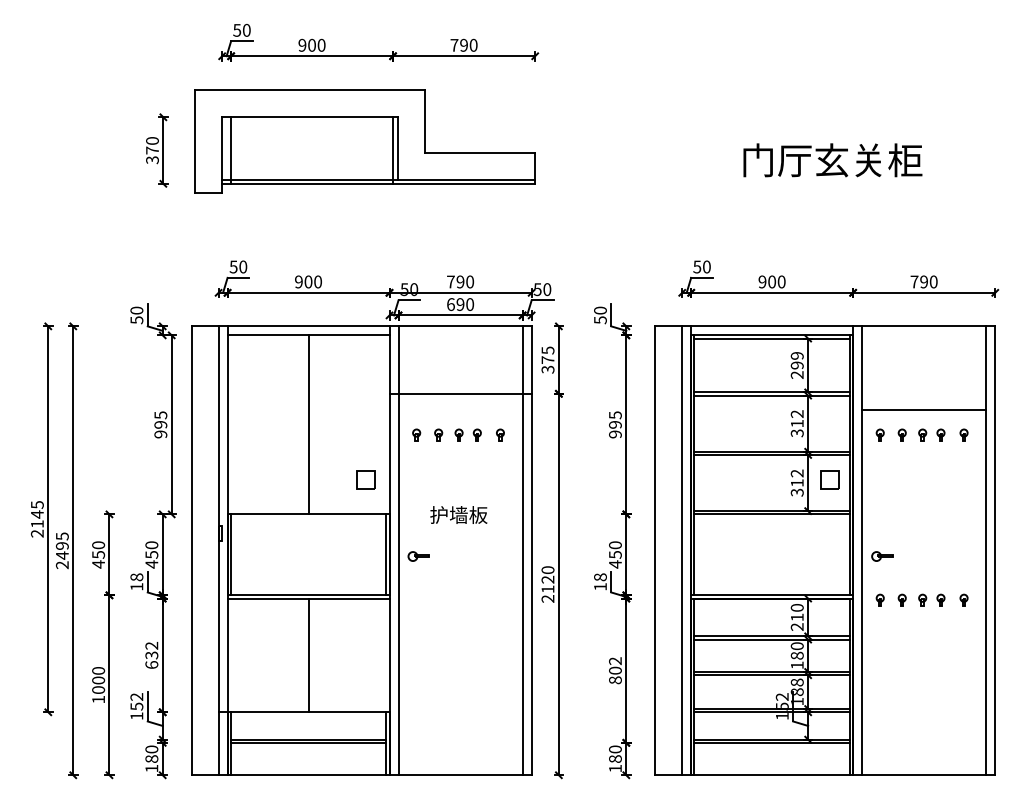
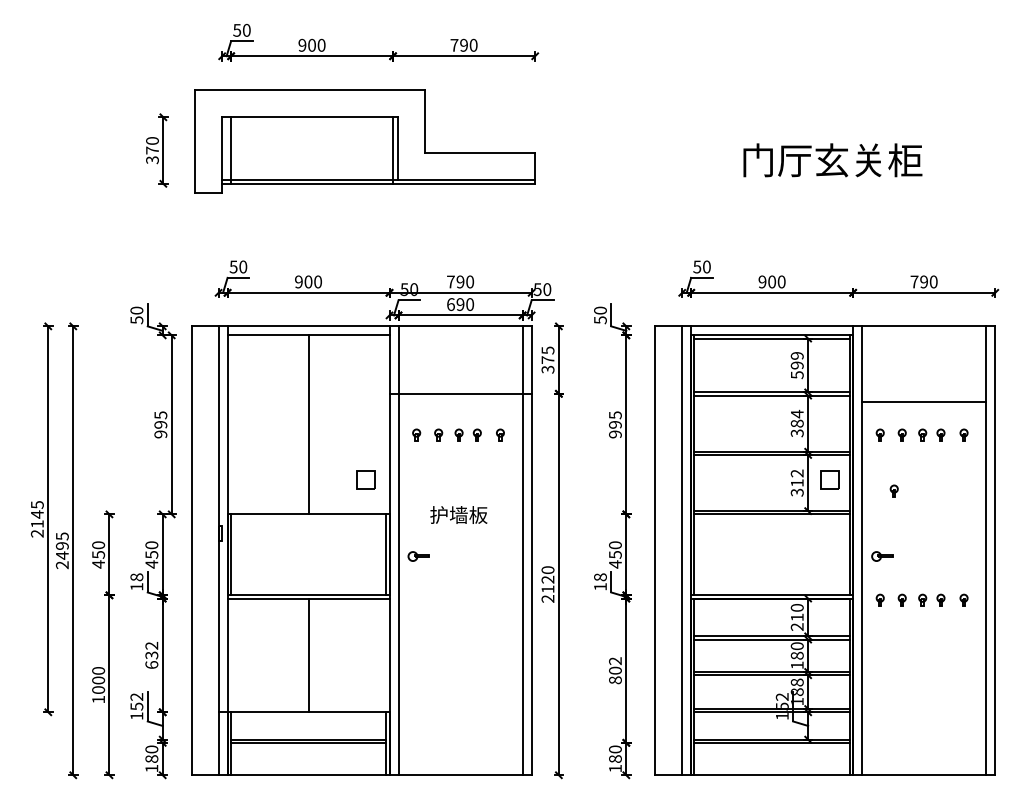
text at (796, 375): 299 -> 599
line at (924, 410) position: (924, 410) -> (924, 402)
text at (796, 418): 312 -> 384
part at (893, 490): none -> present
